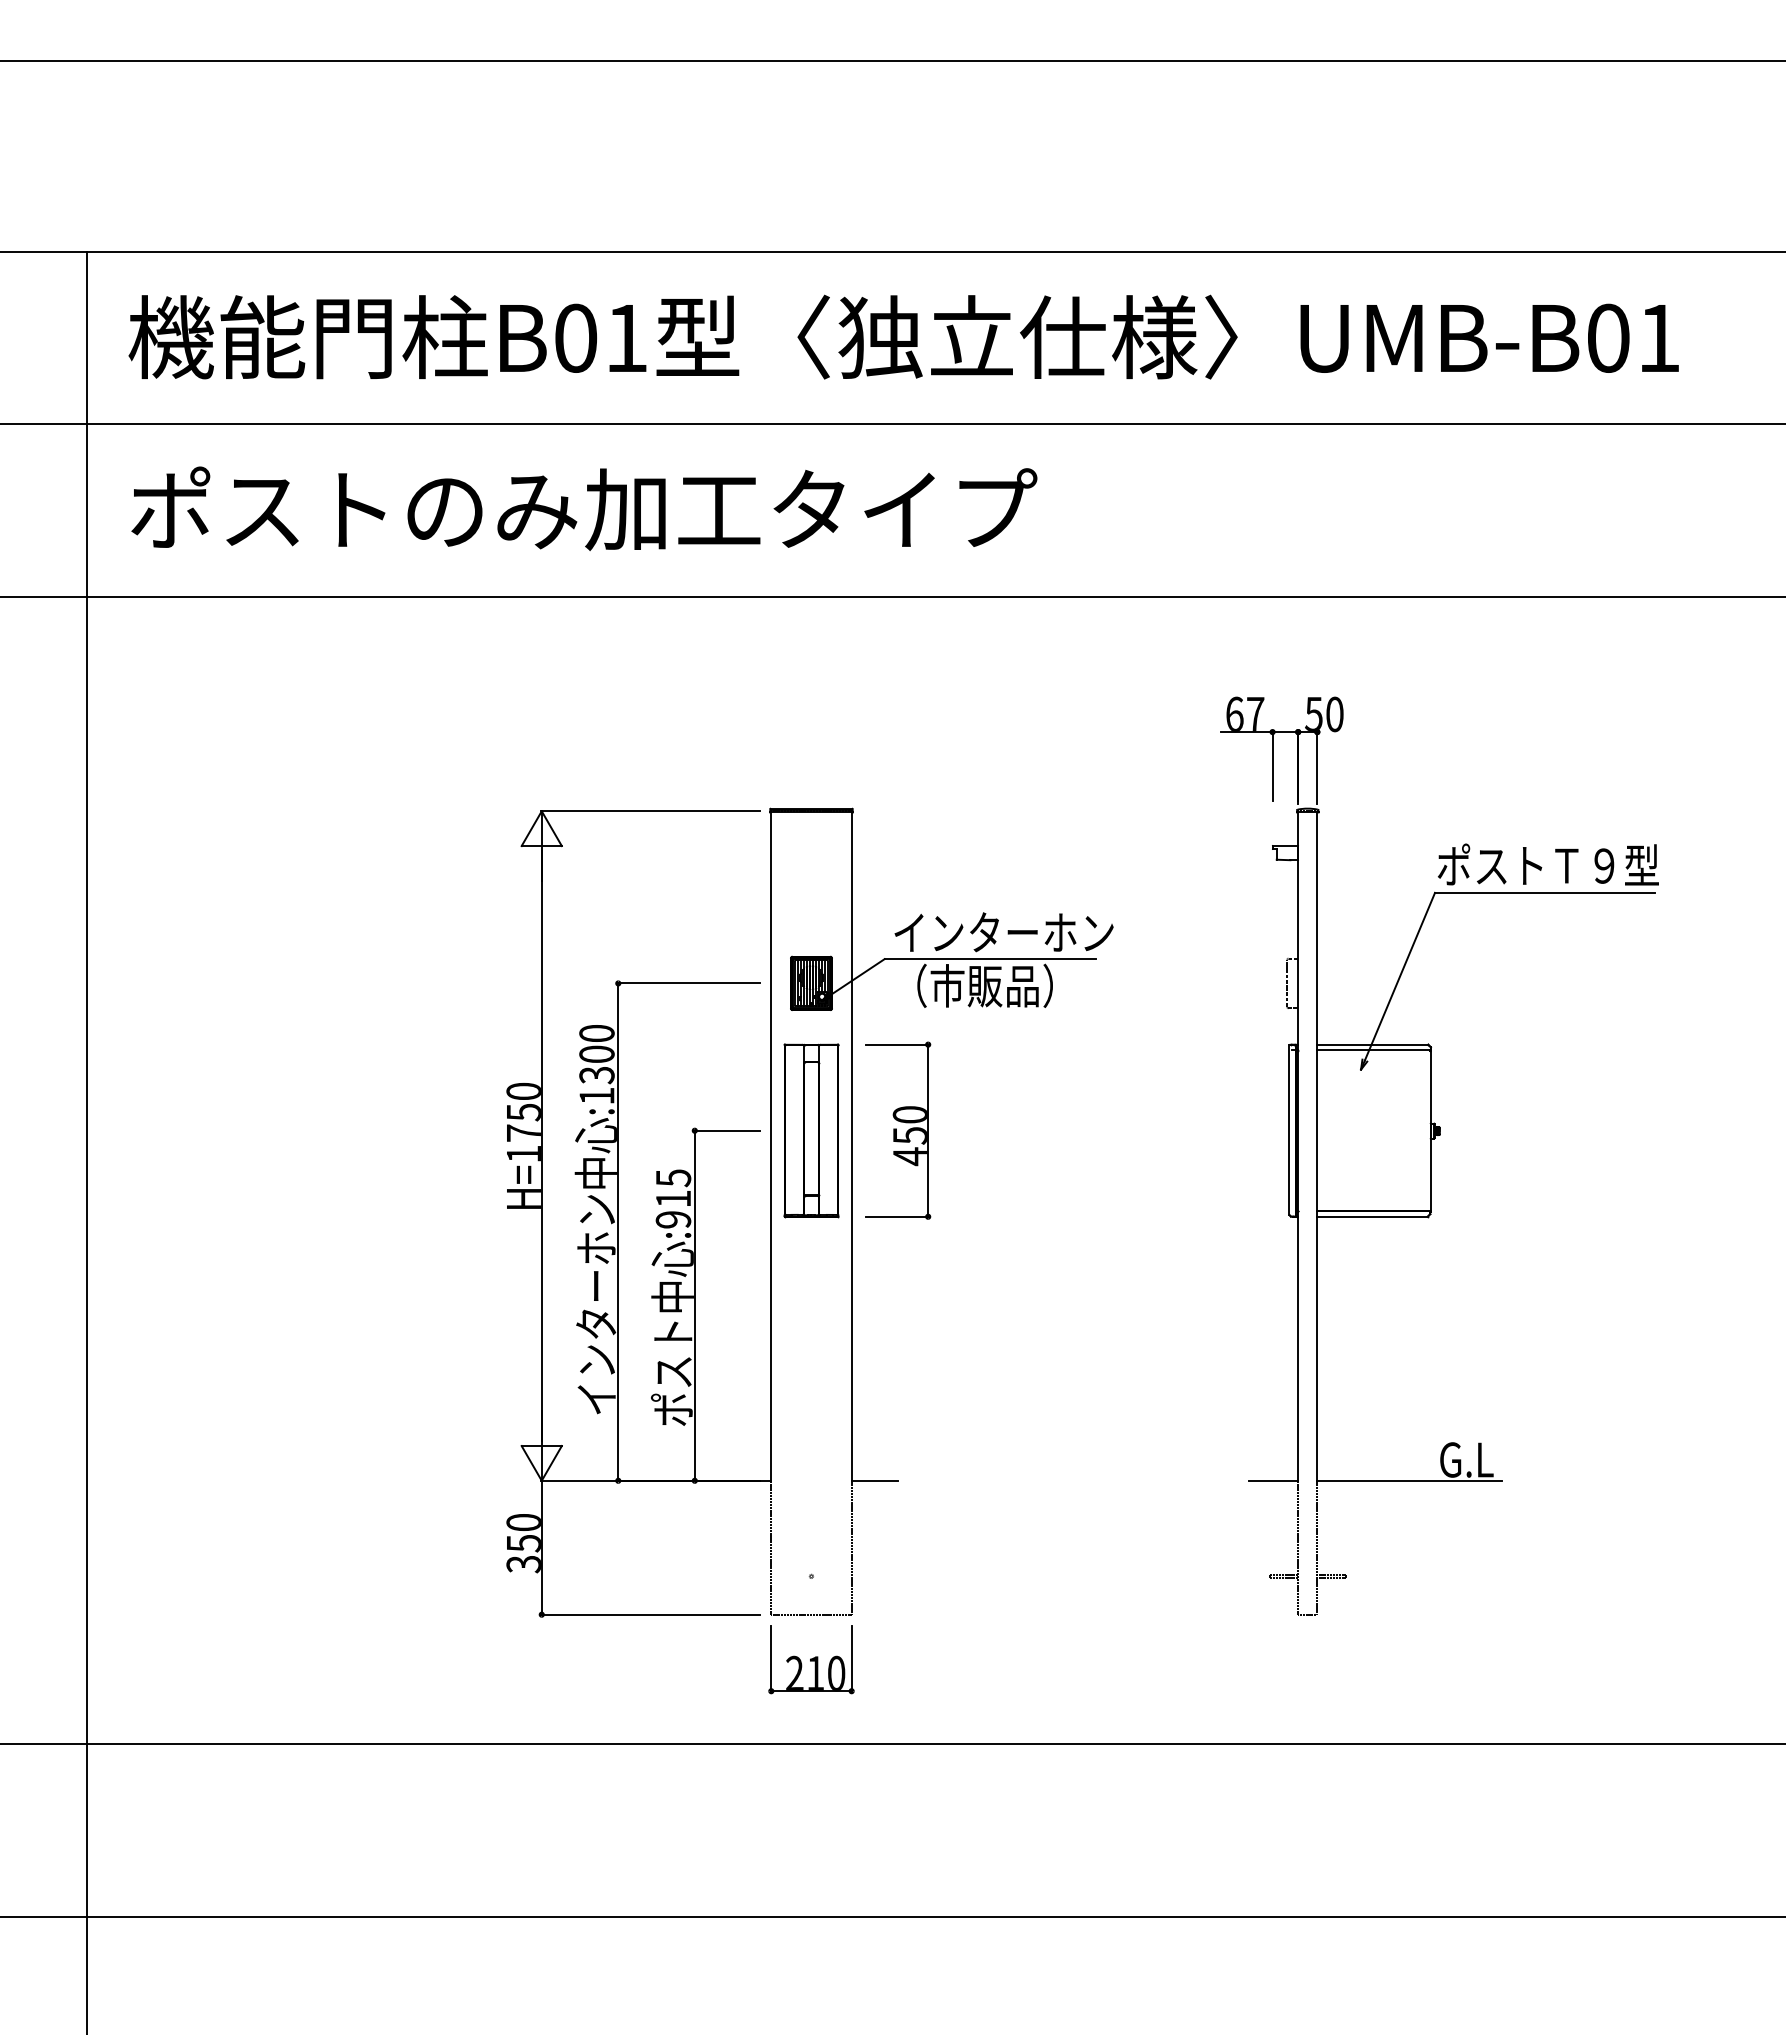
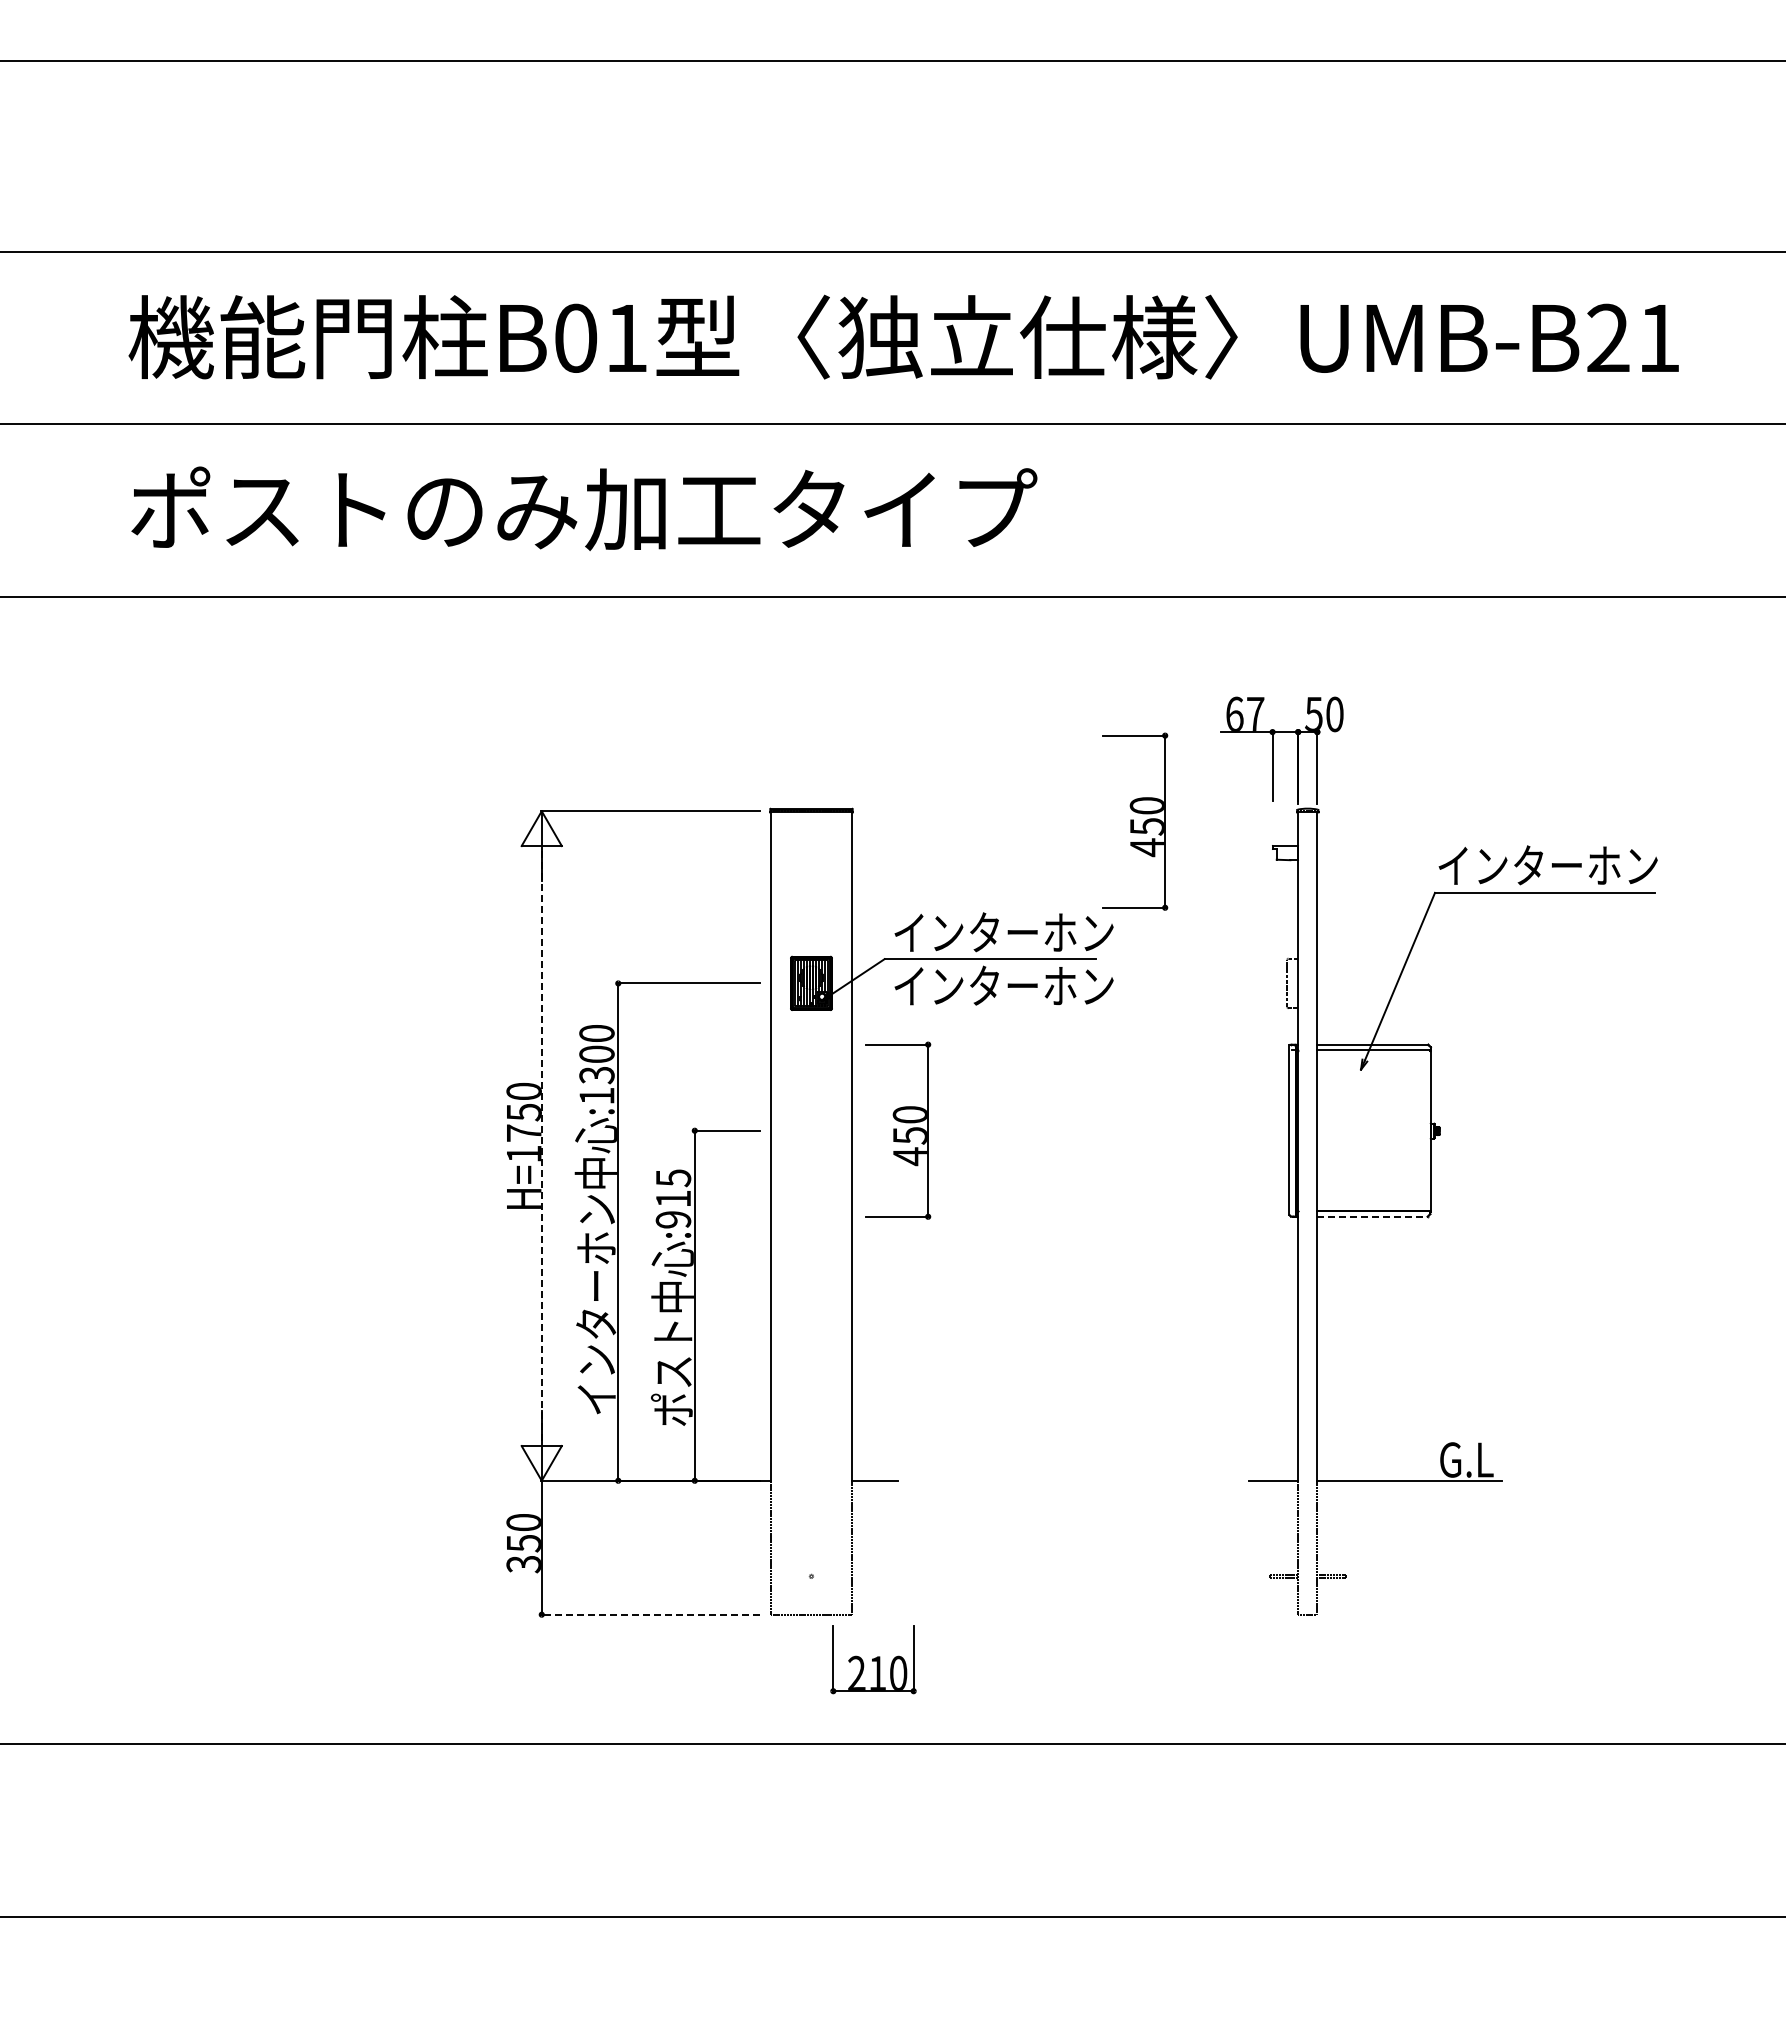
text at (1608, 337): UMB-B01 -> UMB-B21
part at (1135, 821): none -> present
text at (1547, 864): ポストＴ９型 -> インターホン
text at (1003, 985): （市販品） -> インターホン
part at (811, 1130): present -> none
line at (87, 1141): present -> none
line at (541, 1146): solid -> dashed
line at (1372, 1216): solid -> dashed
line at (650, 1614): solid -> dashed
part at (811, 1659) position: (811, 1659) -> (873, 1659)
